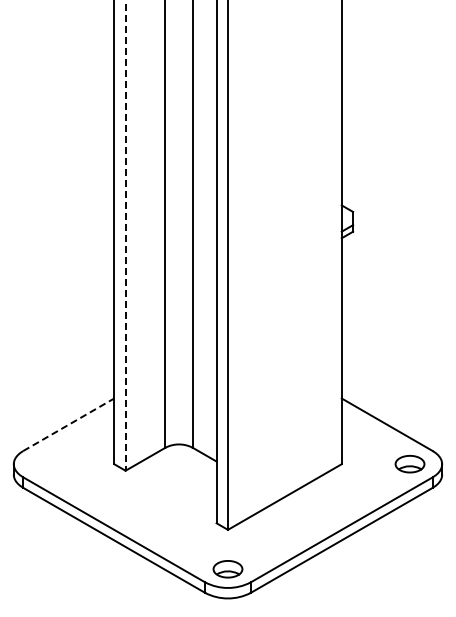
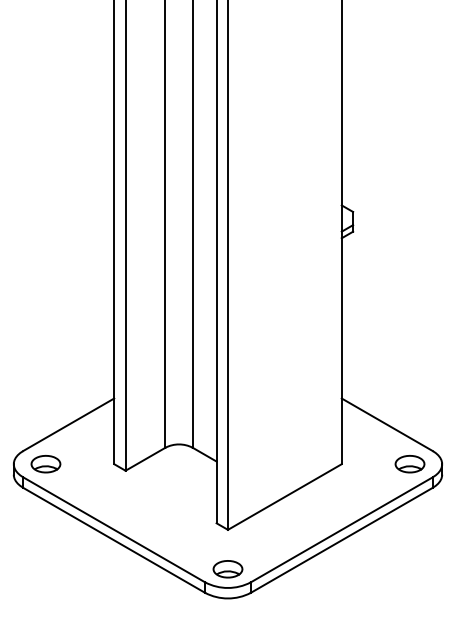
line at (125, 235): dashed -> solid
line at (68, 424): dashed -> solid
part at (45, 464): none -> present
